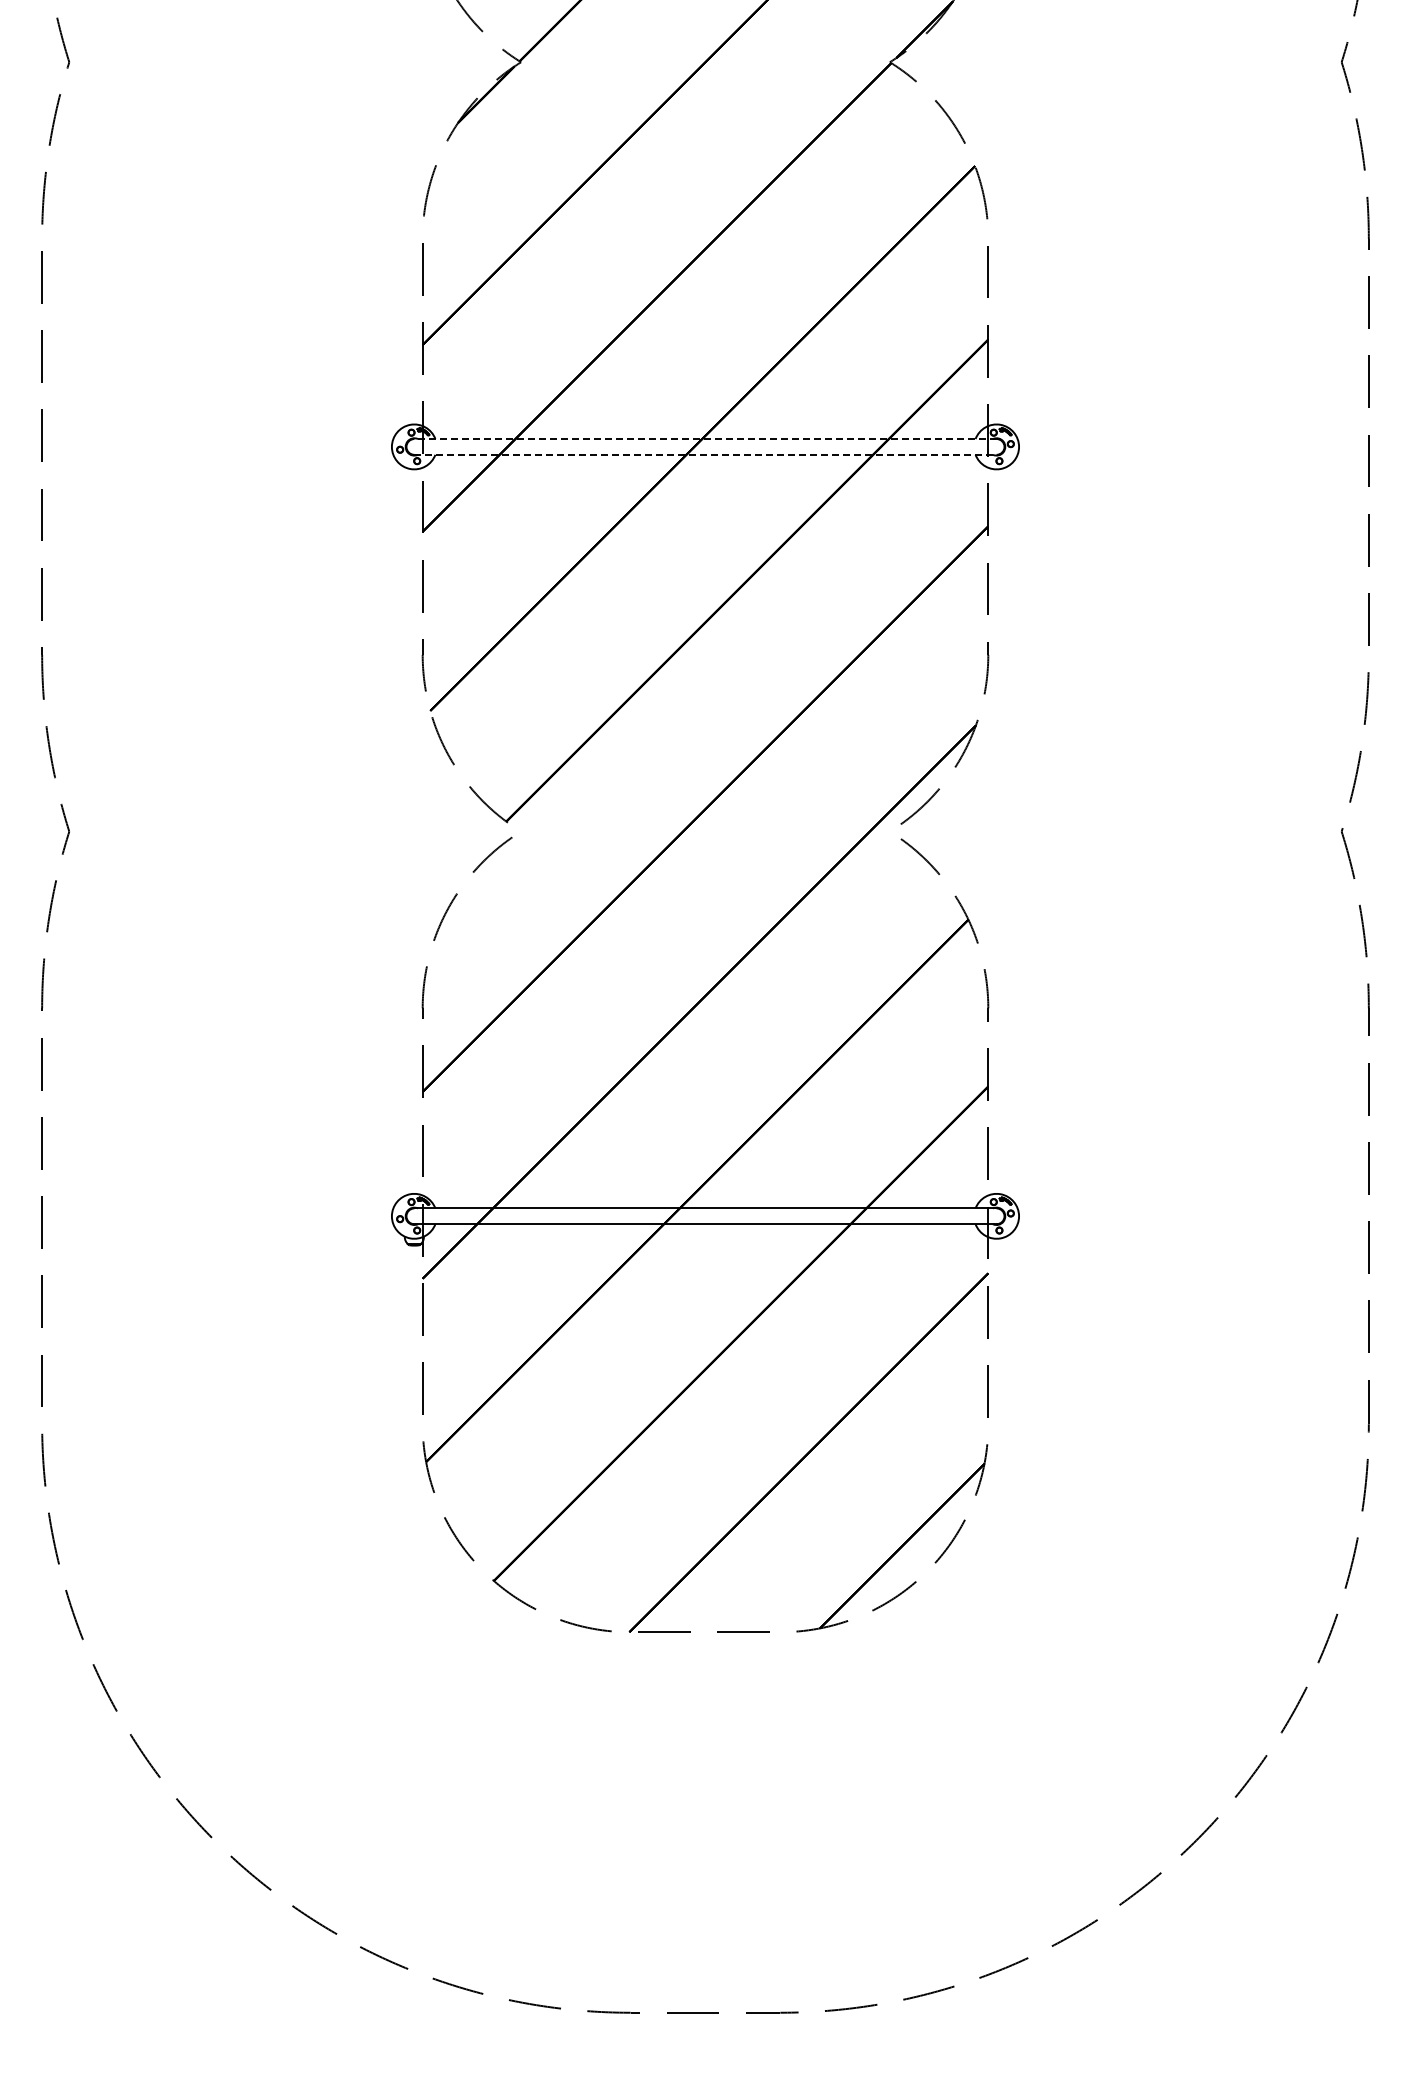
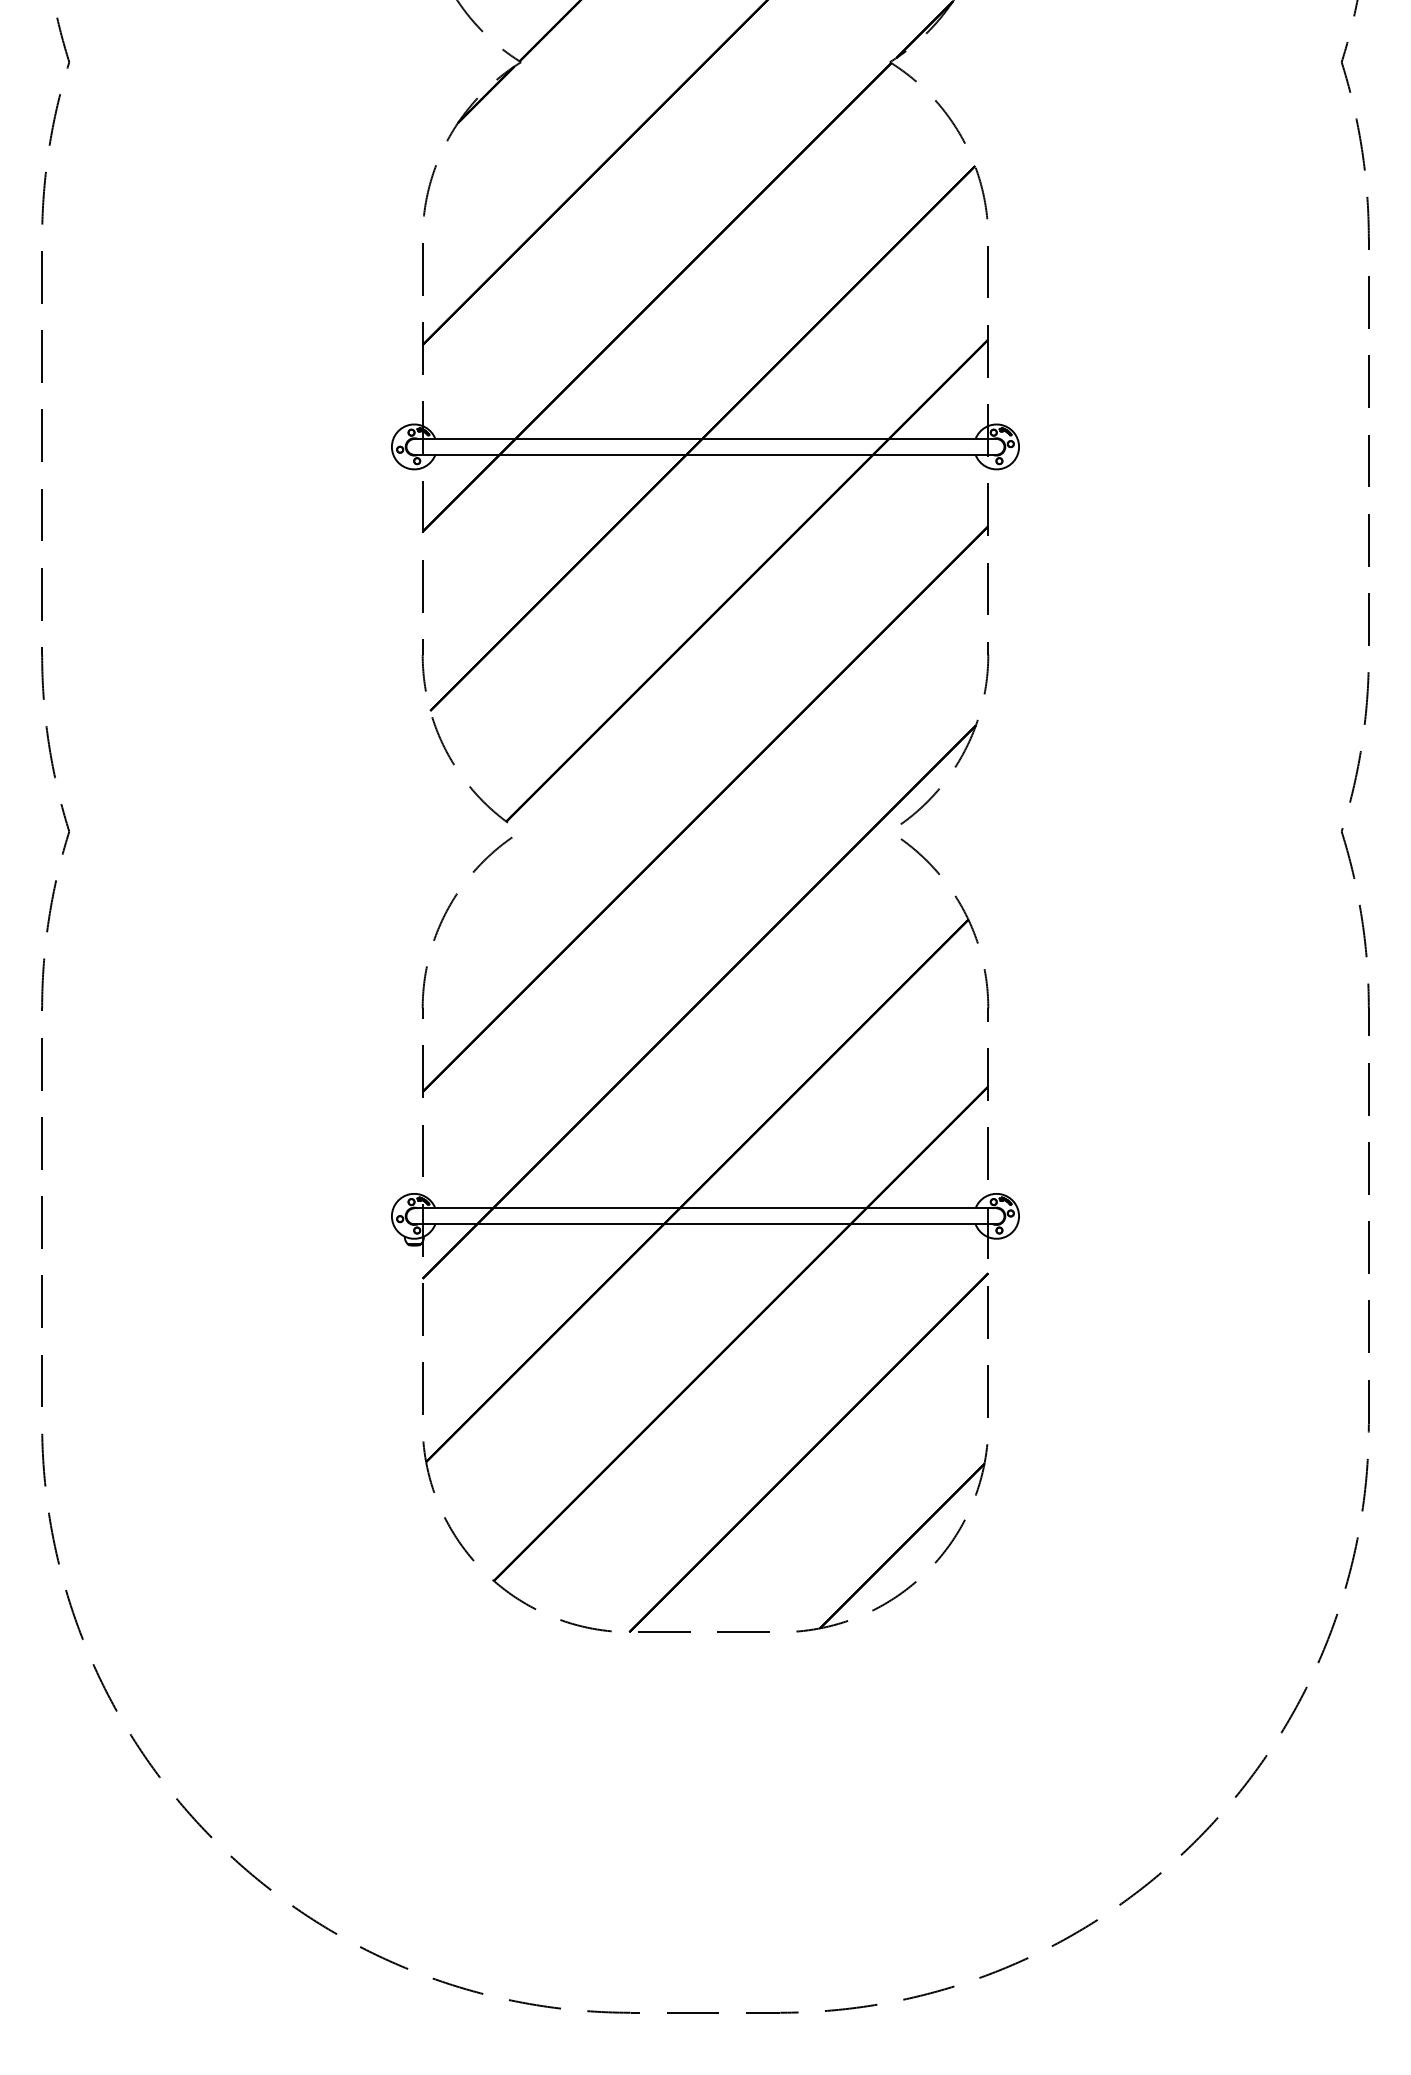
line at (705, 439): dashed -> solid
line at (705, 454): dashed -> solid
